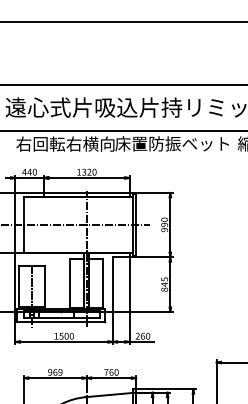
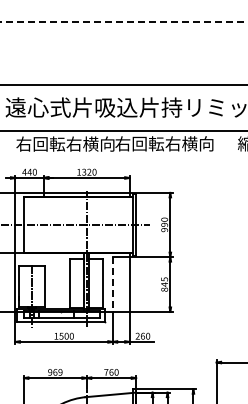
line at (124, 21): solid -> dashed
text at (171, 143): 床置防振ベット -> 右回転右横向
line at (112, 285): solid -> dashed
